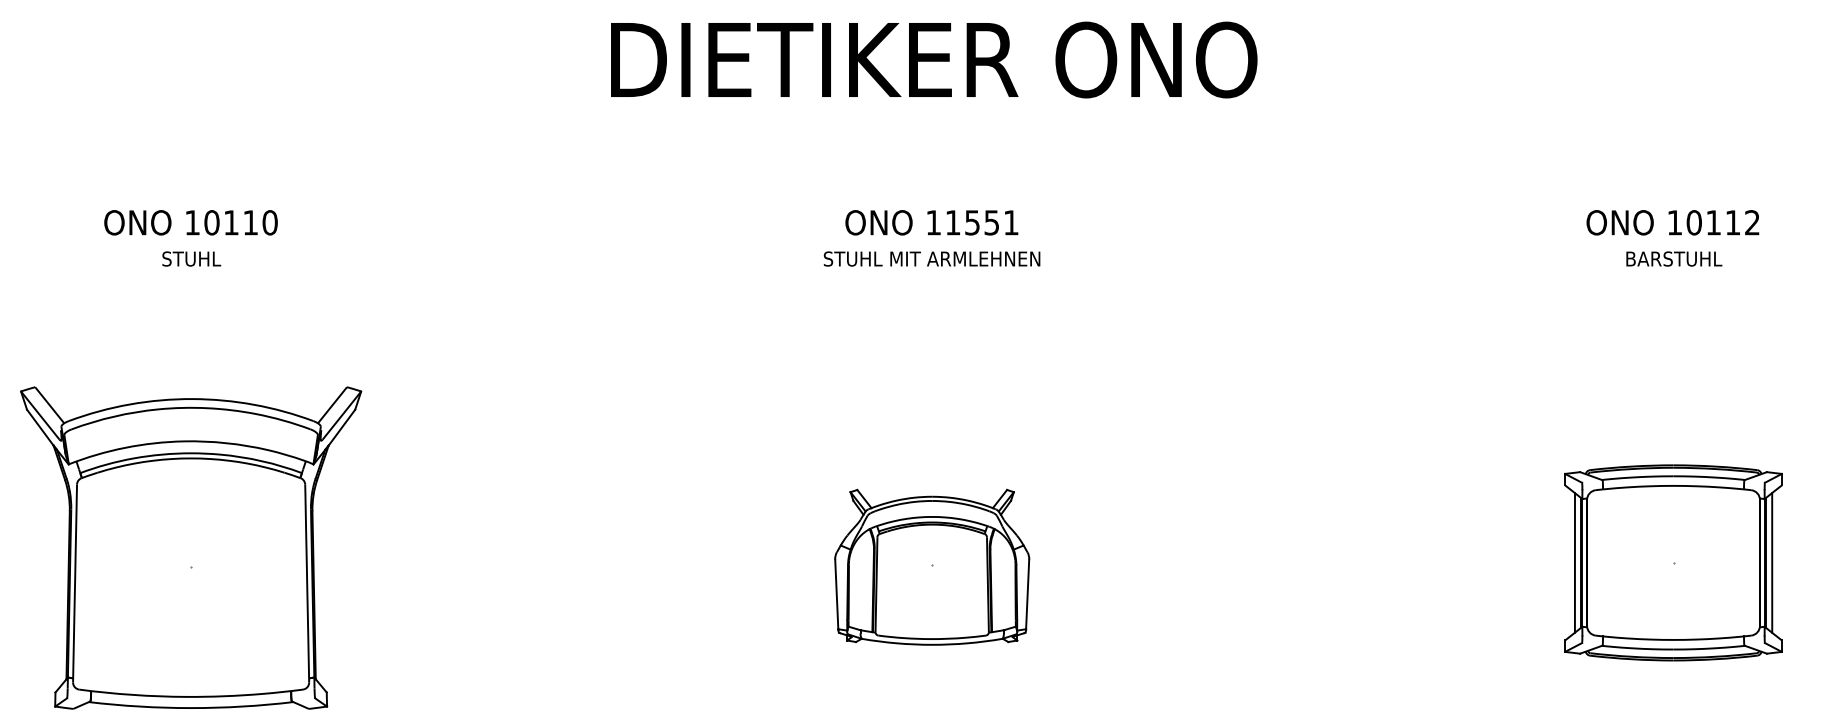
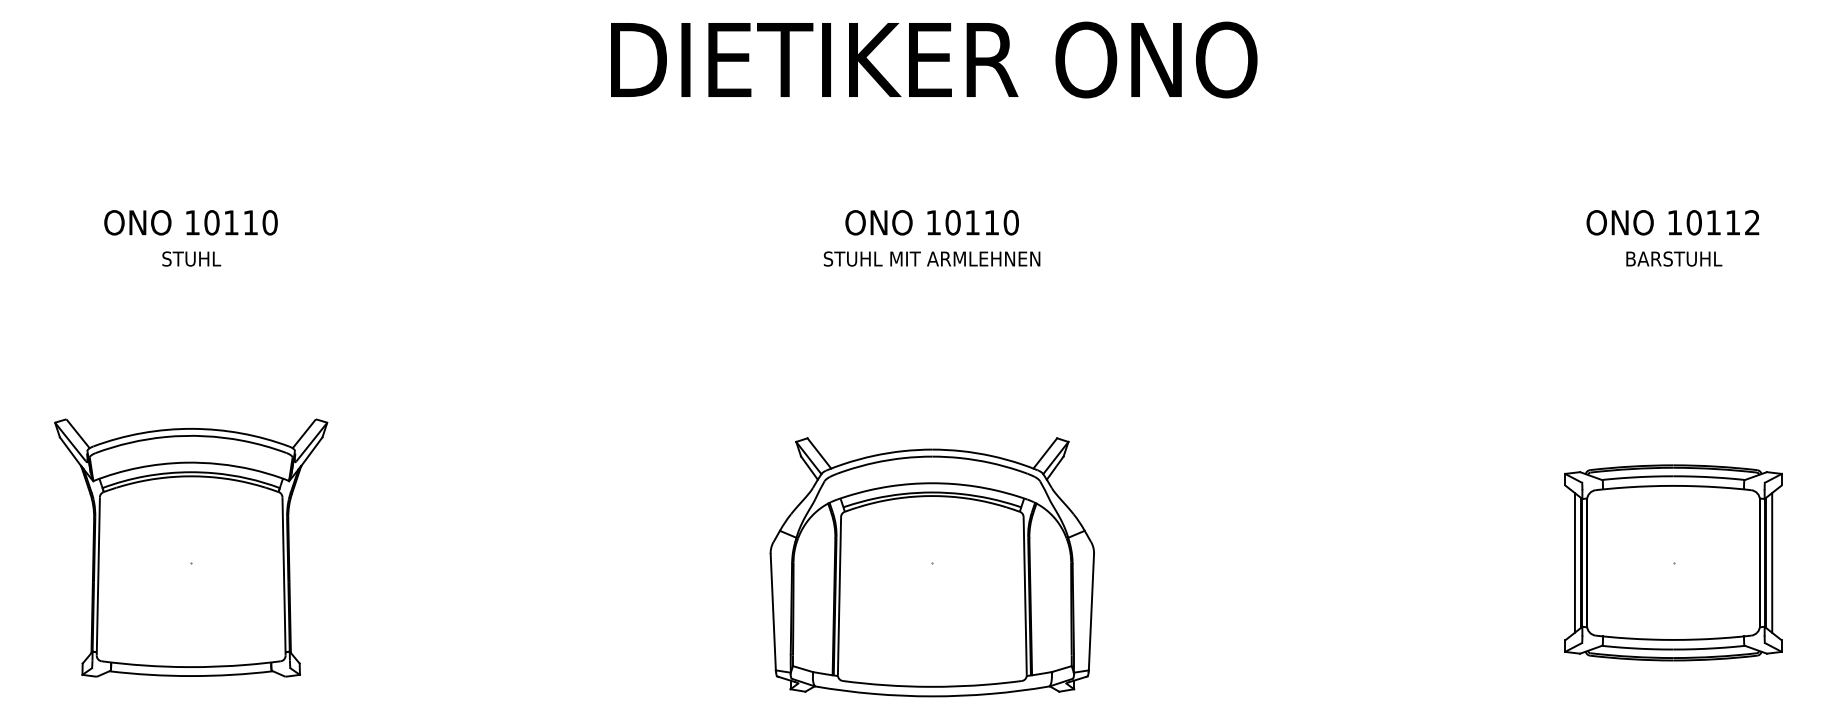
text at (981, 222): 11551 -> 10110
part at (191, 547) size: 343x324 px -> 275x260 px
part at (932, 566) size: 197x158 px -> 326x261 px
